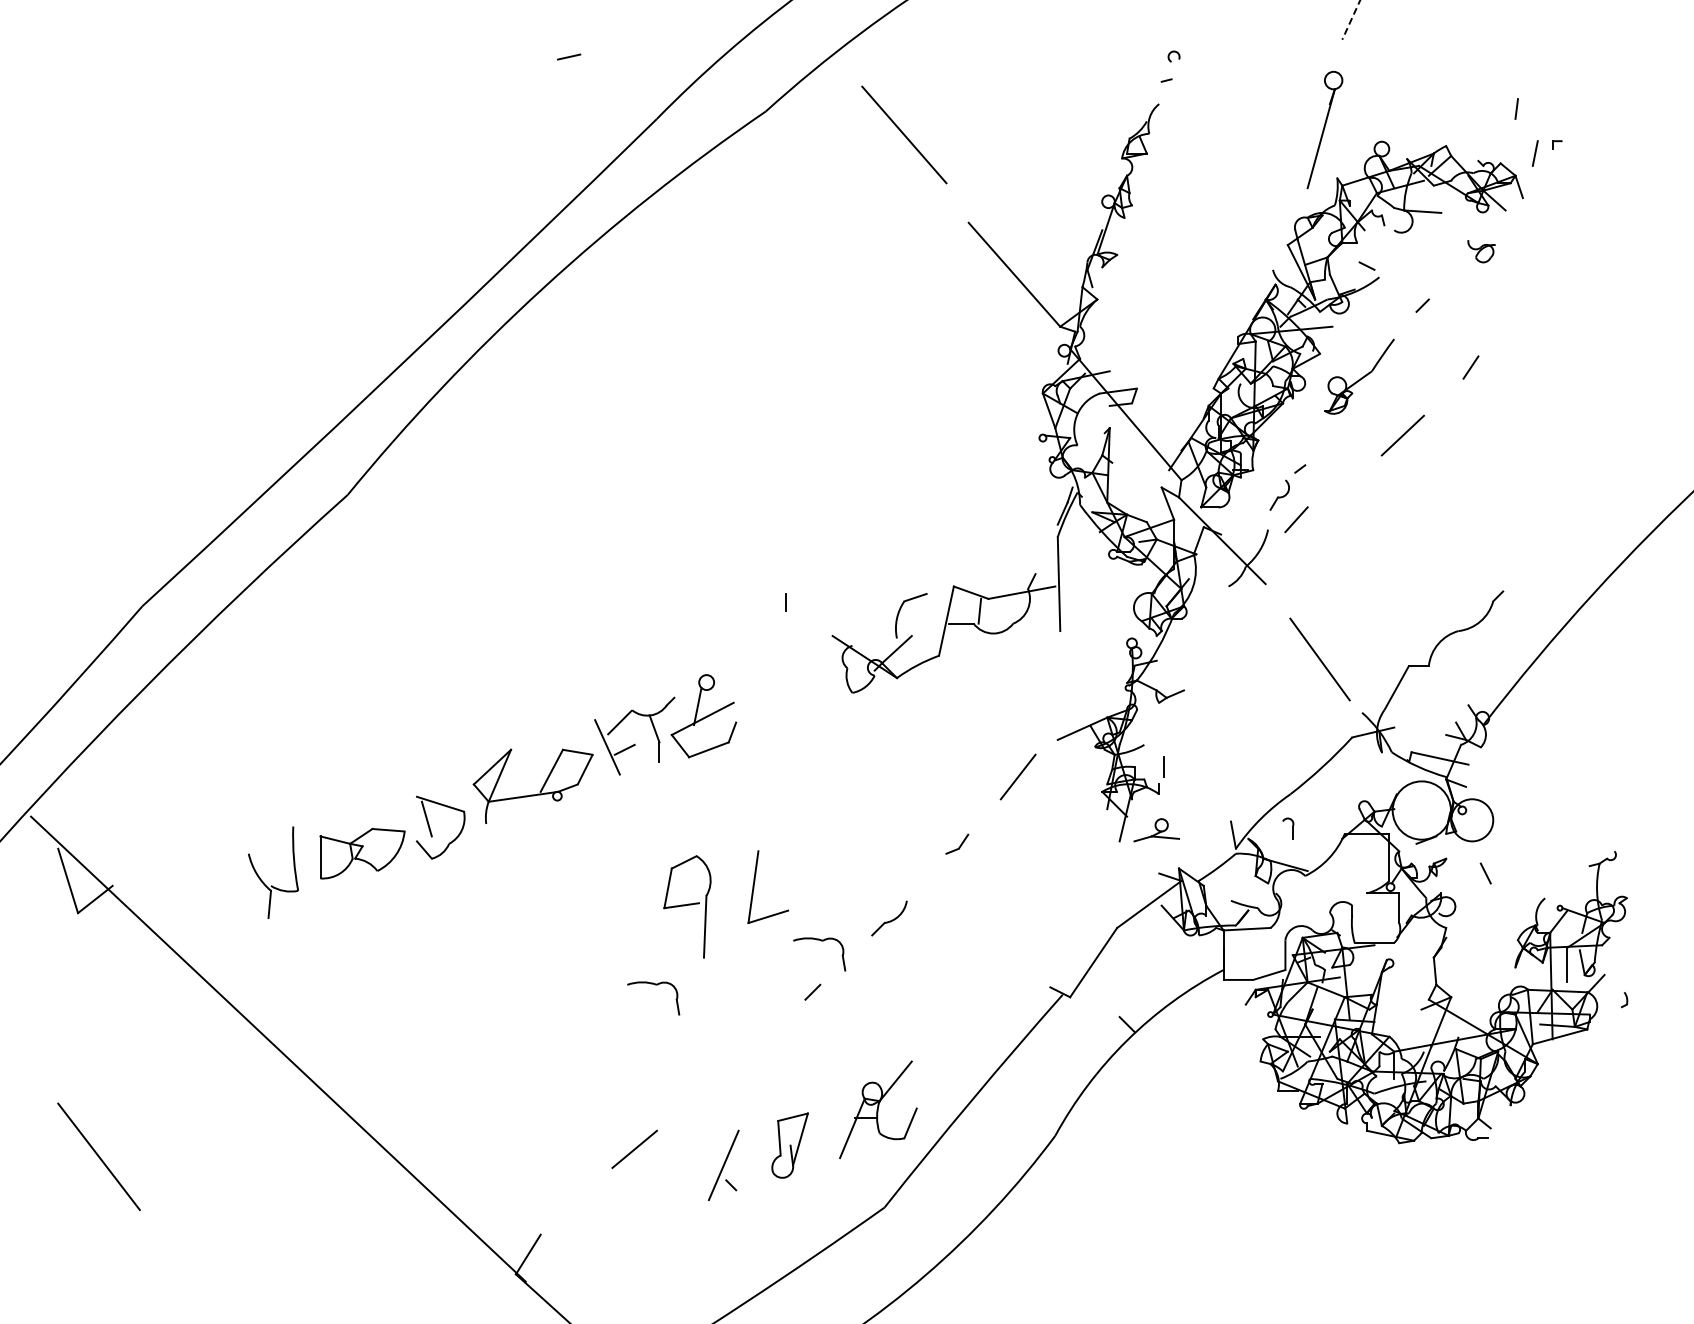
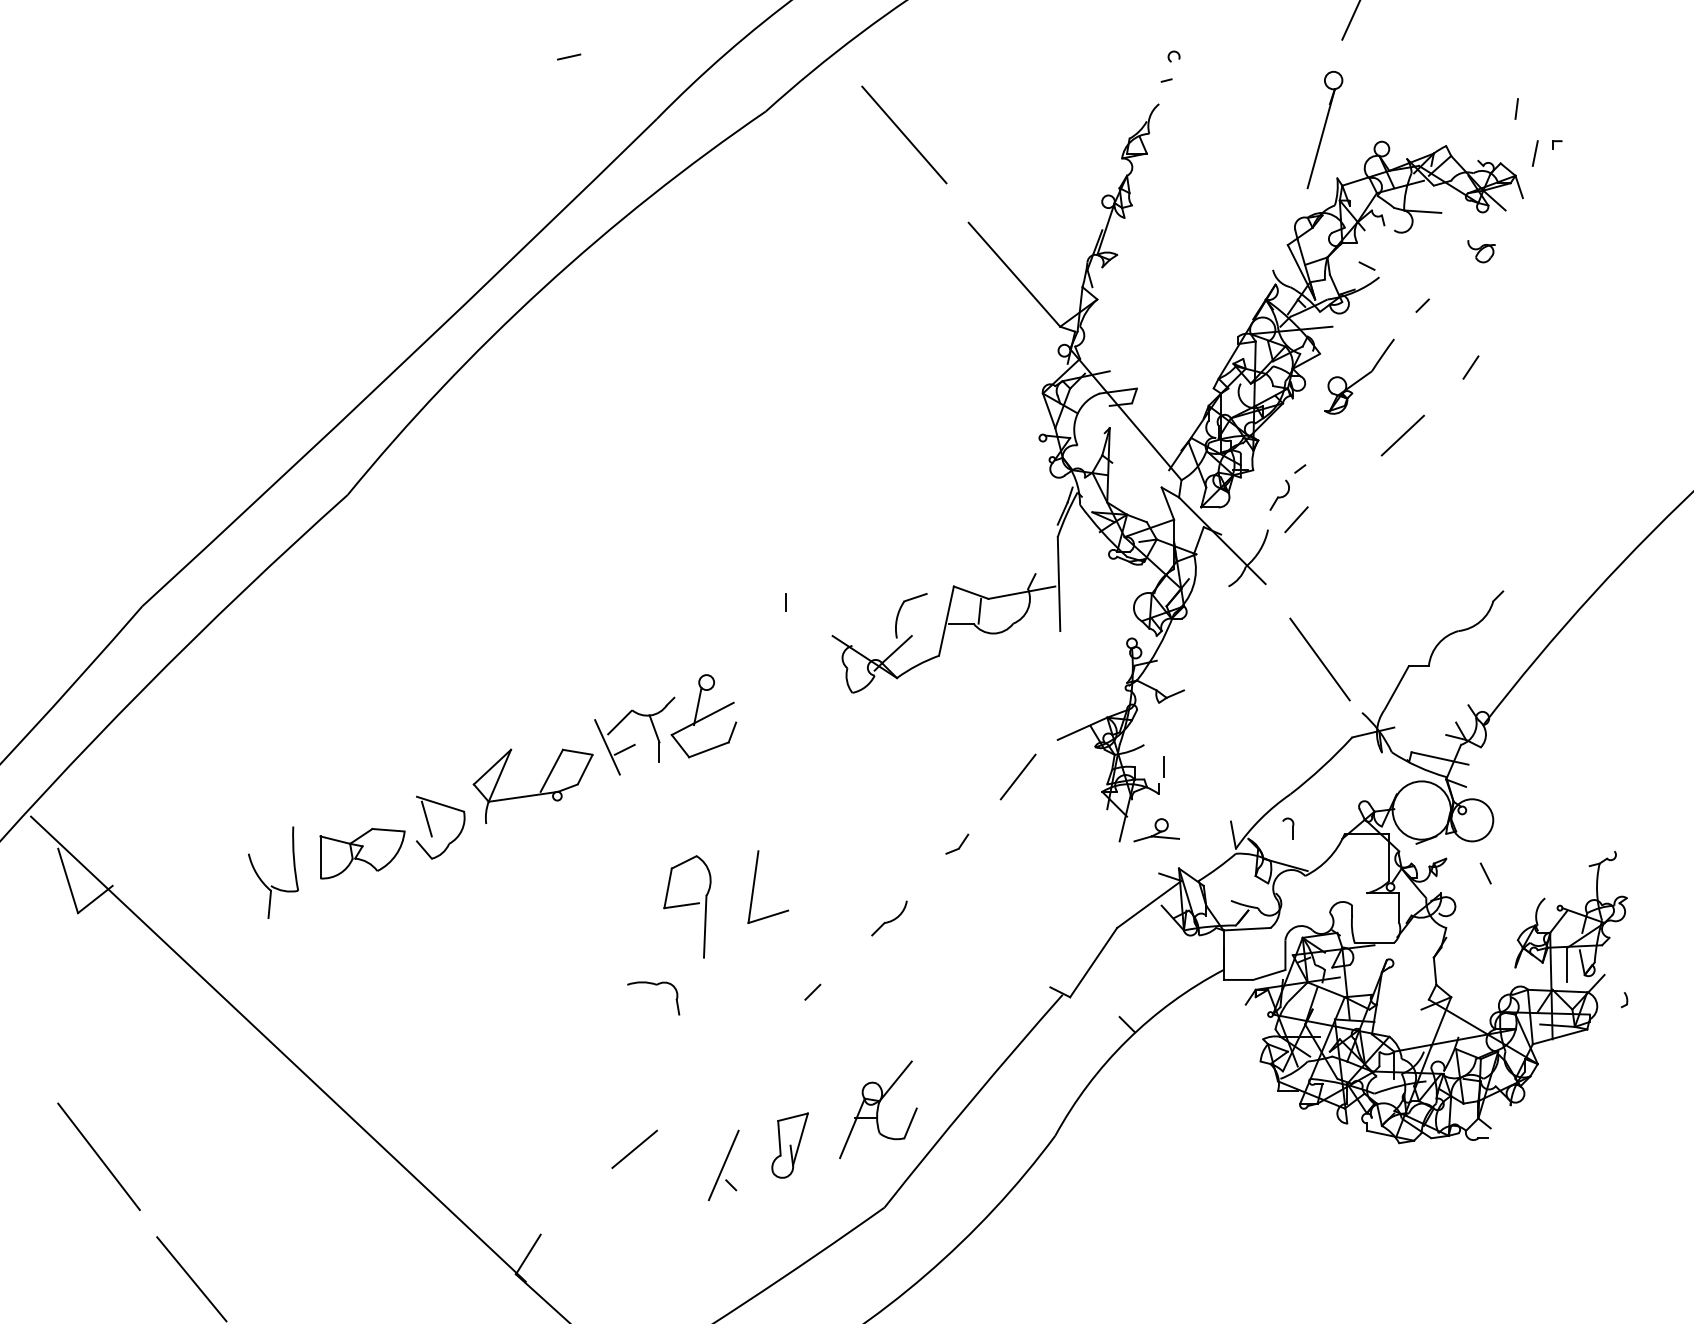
line at (1350, 20): dashed -> solid
part at (821, 941): present -> none
line at (191, 1278): none -> present
